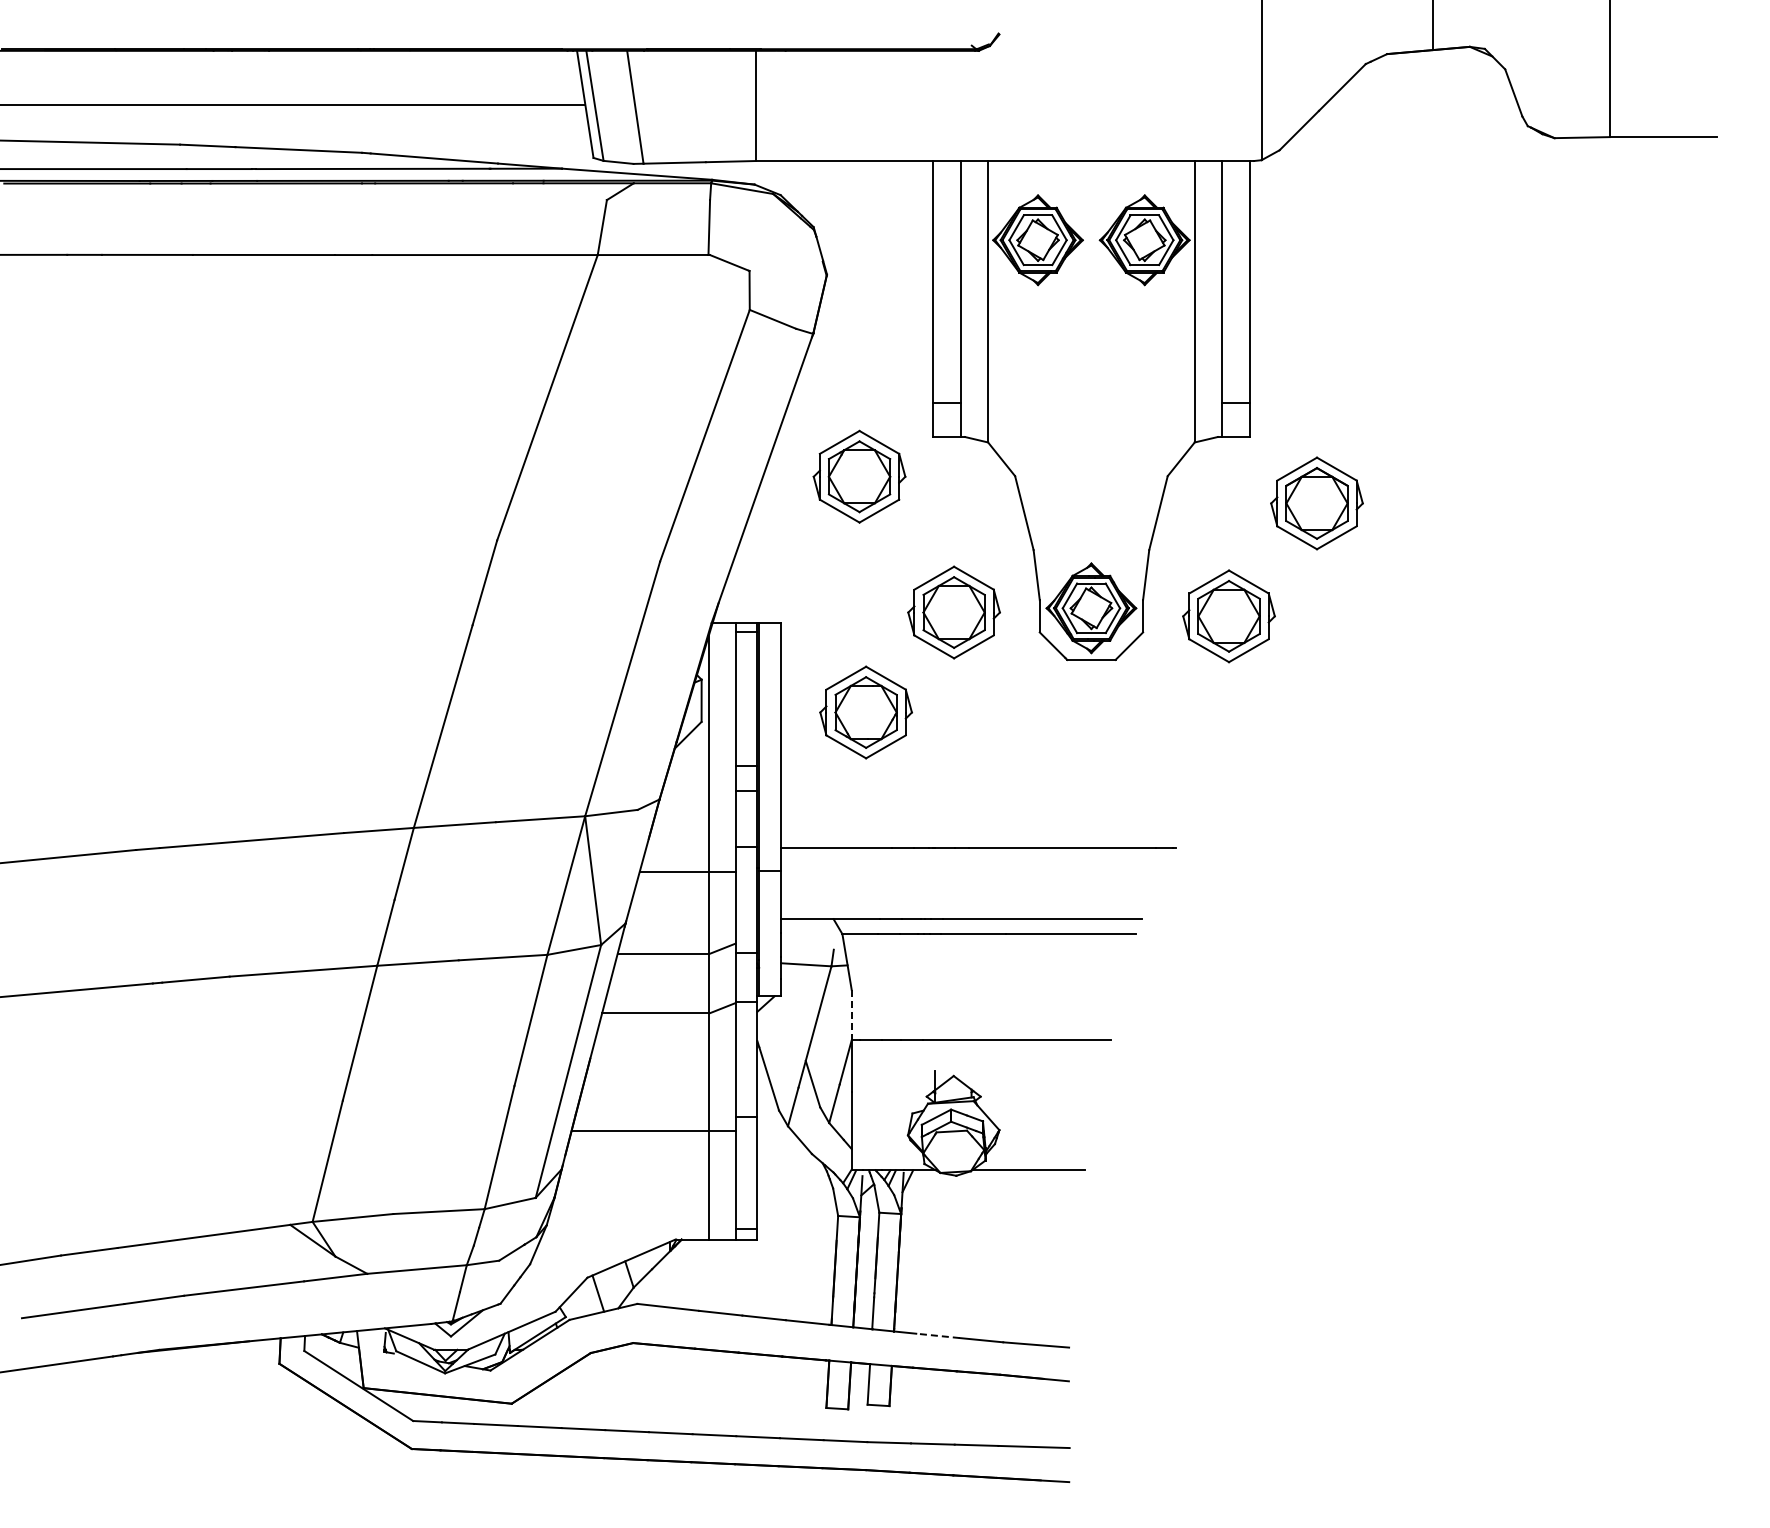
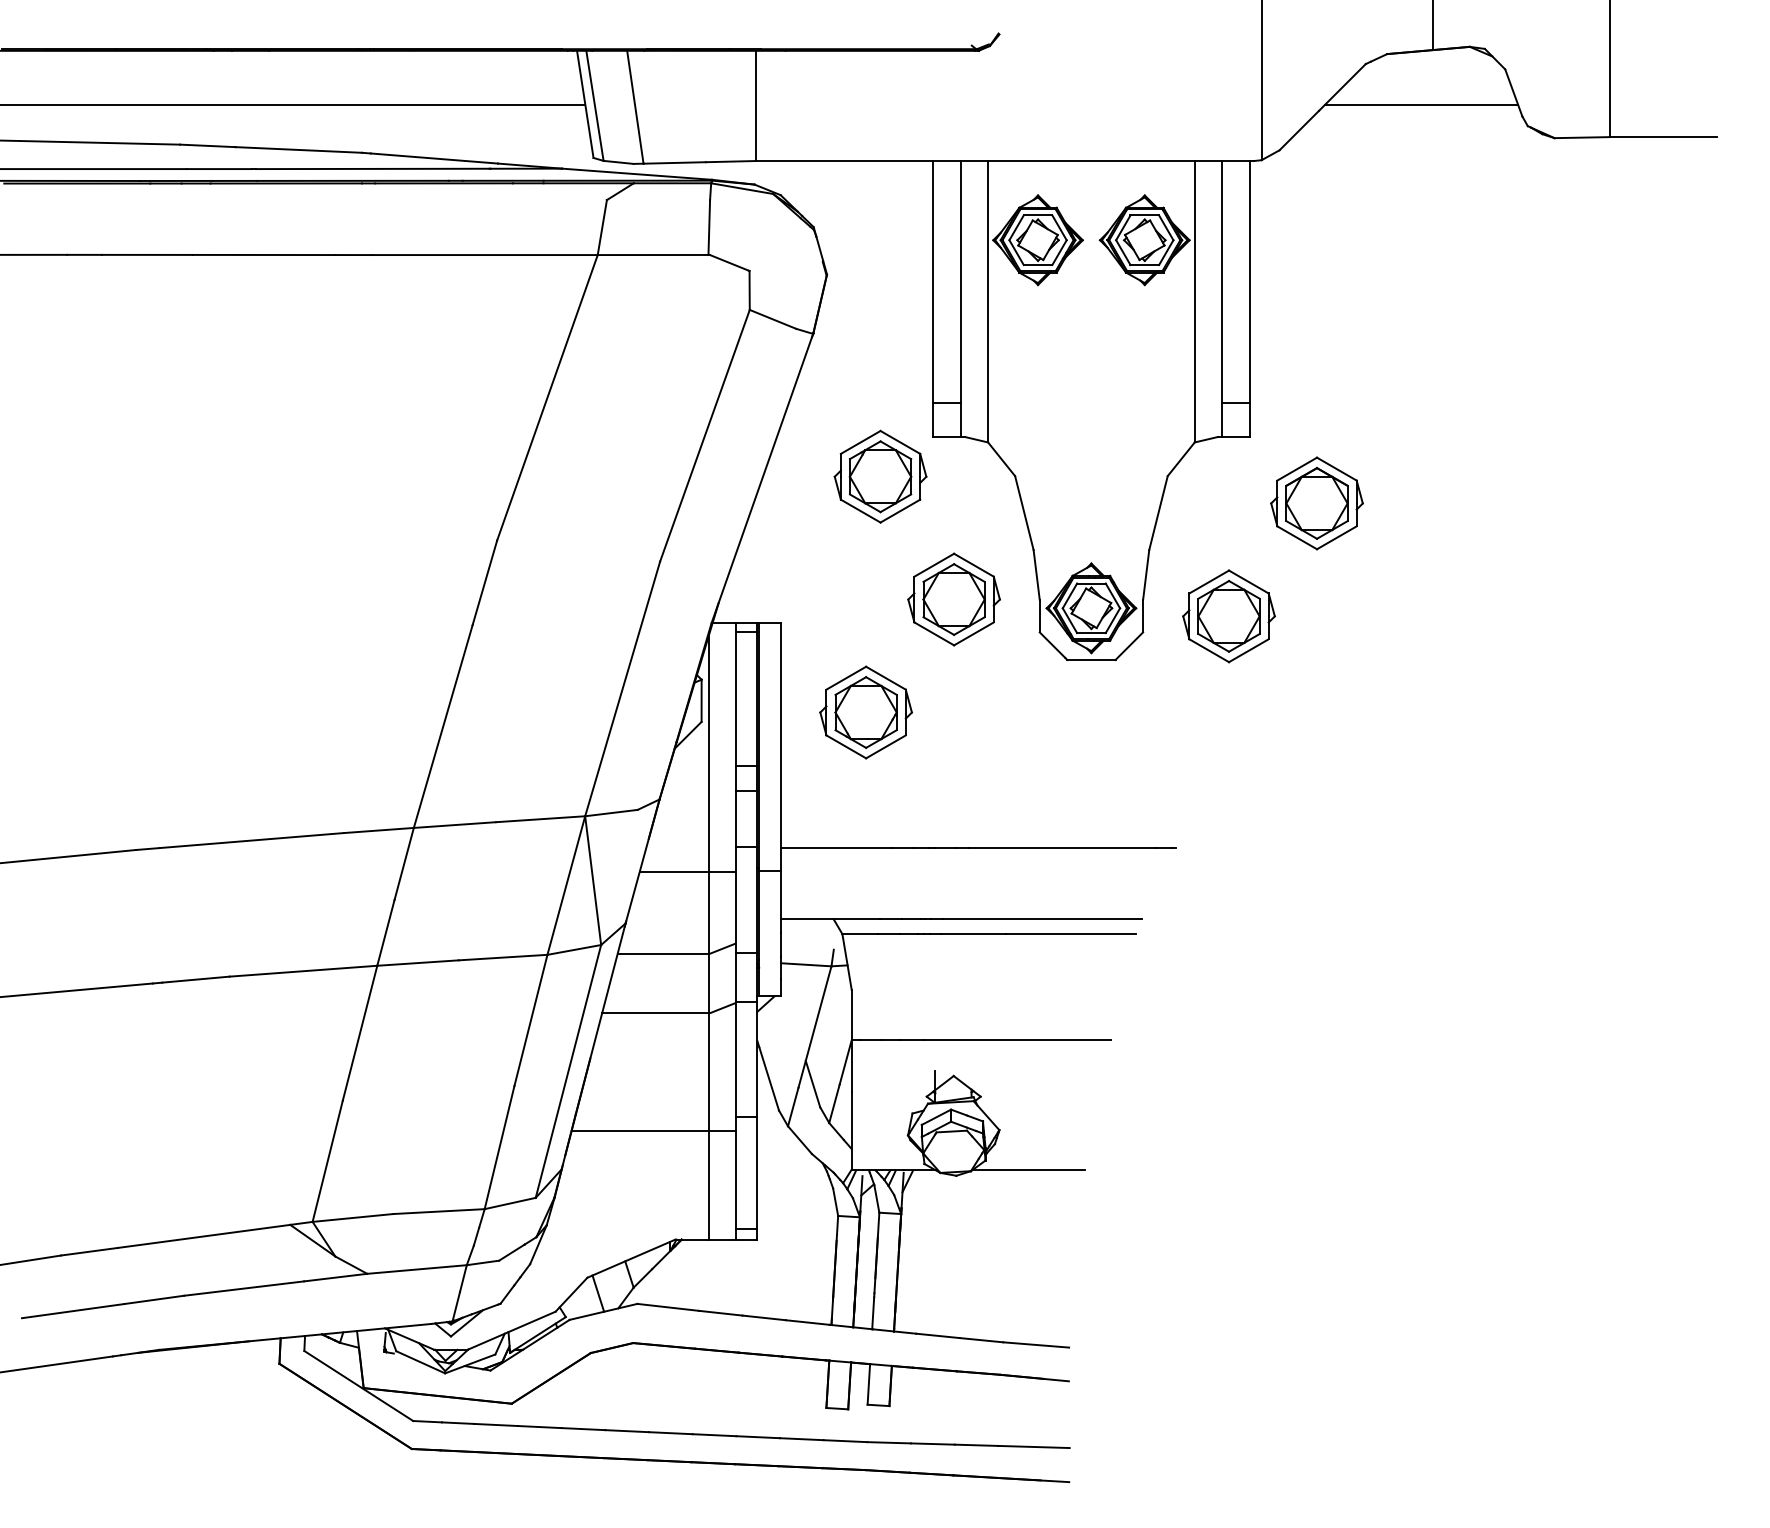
line at (1421, 104): none -> present
part at (859, 476) position: (859, 476) -> (880, 476)
part at (953, 612) position: (953, 612) -> (953, 599)
line at (851, 1015): dashed -> solid
line at (938, 1335): dashed -> solid
